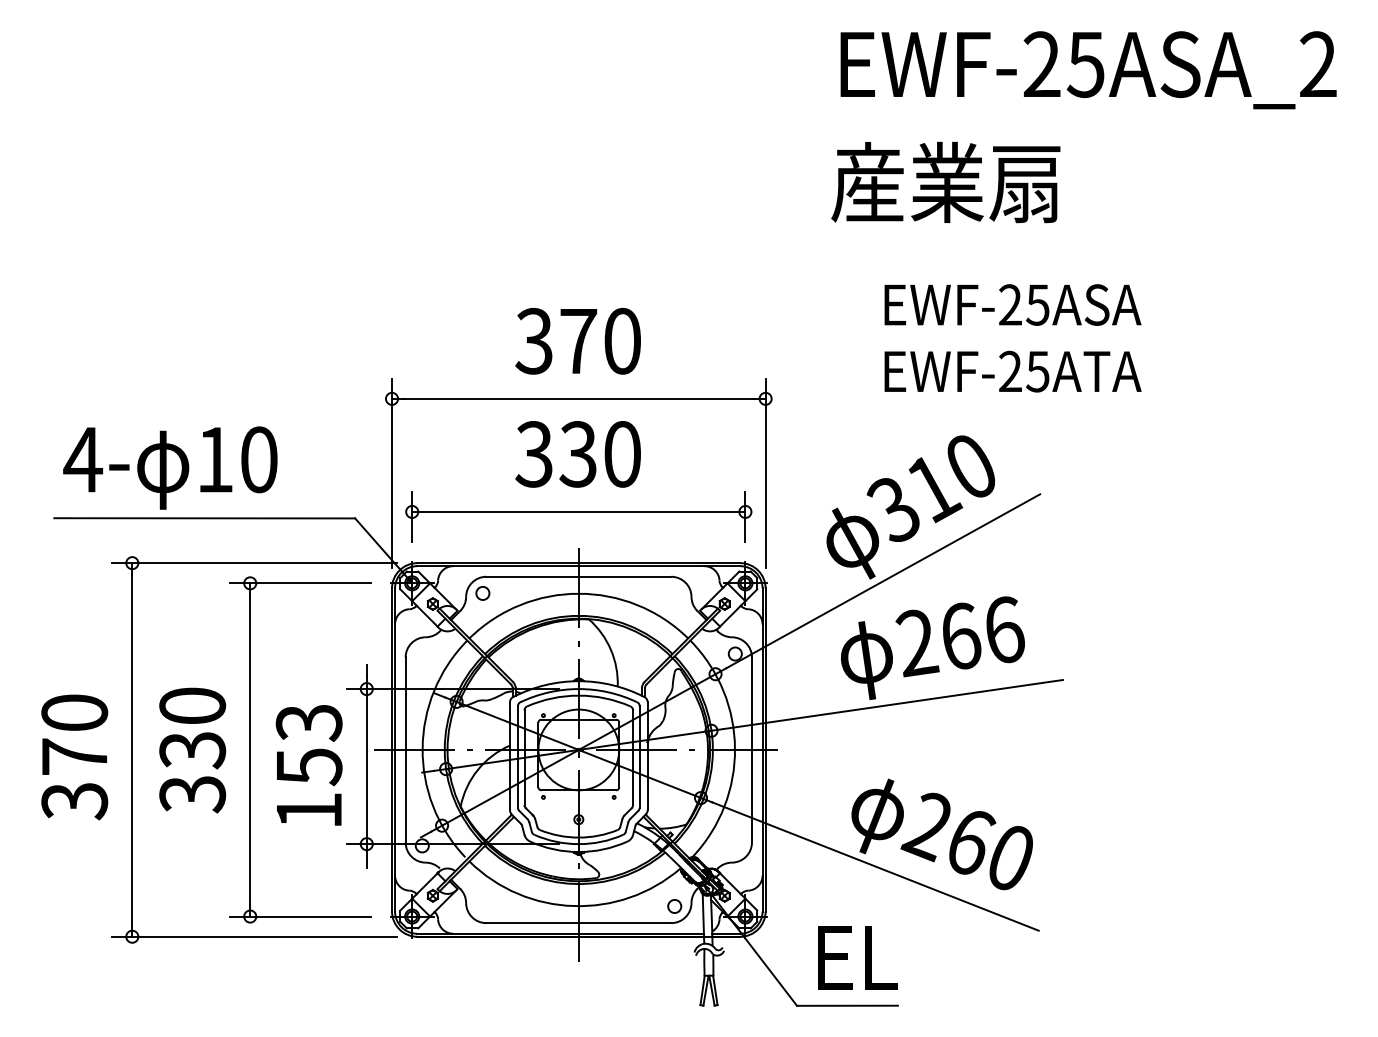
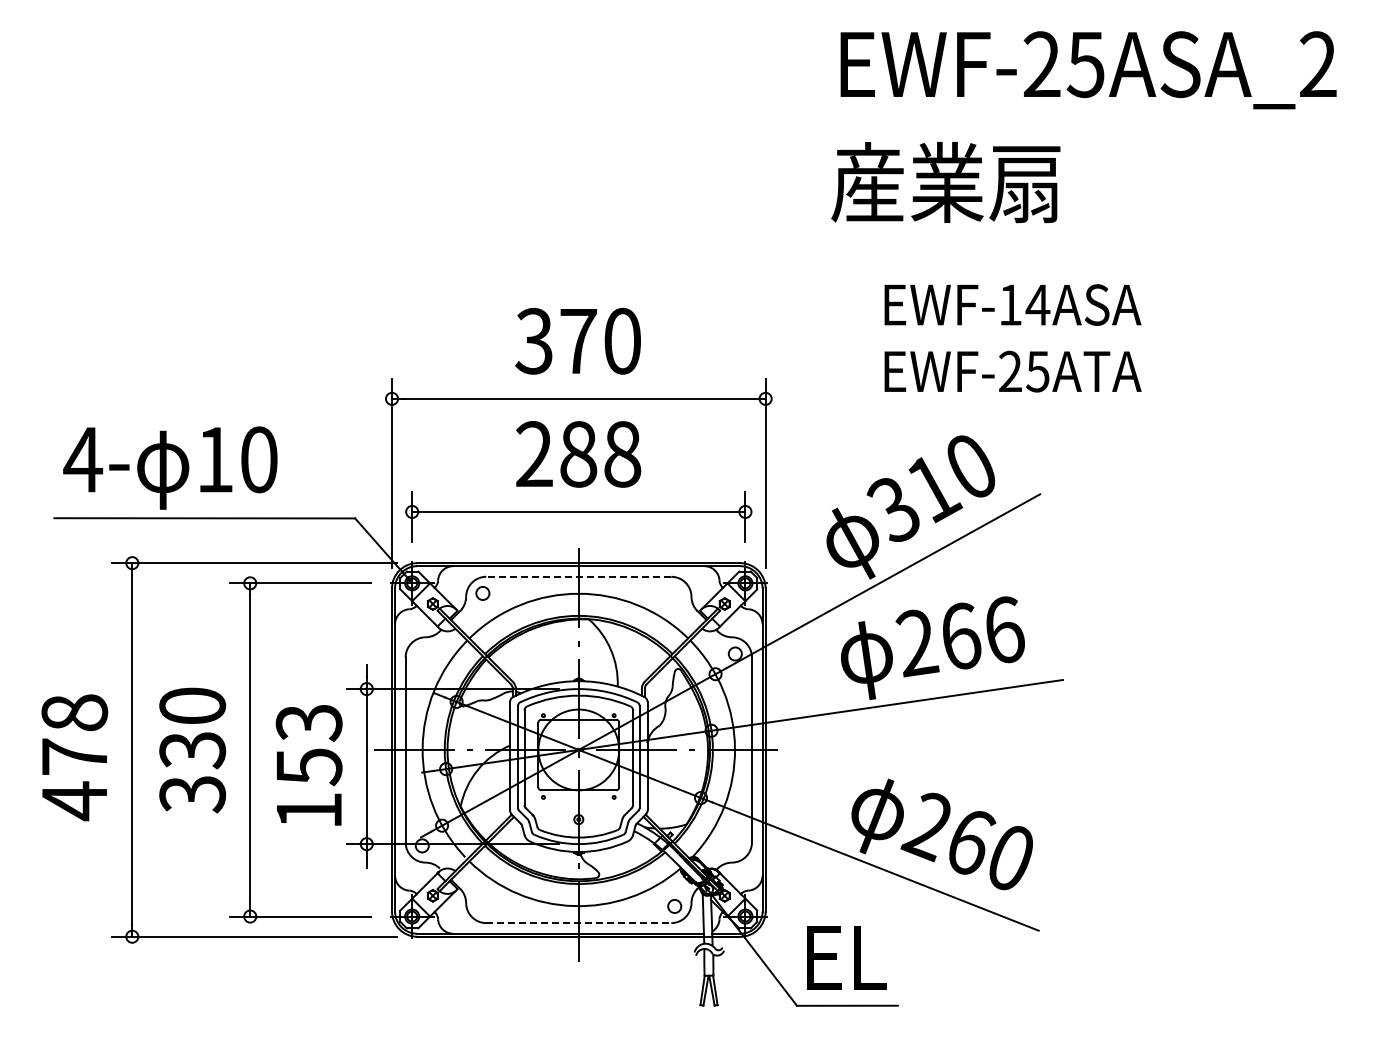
text at (1024, 304): EWF-25ASA -> EWF-14ASA
text at (578, 454): 330 -> 288
line at (578, 576): solid -> dashed
text at (74, 757): 370 -> 478
line at (579, 923): solid -> dashed
text at (857, 957) position: (857, 957) -> (846, 957)
